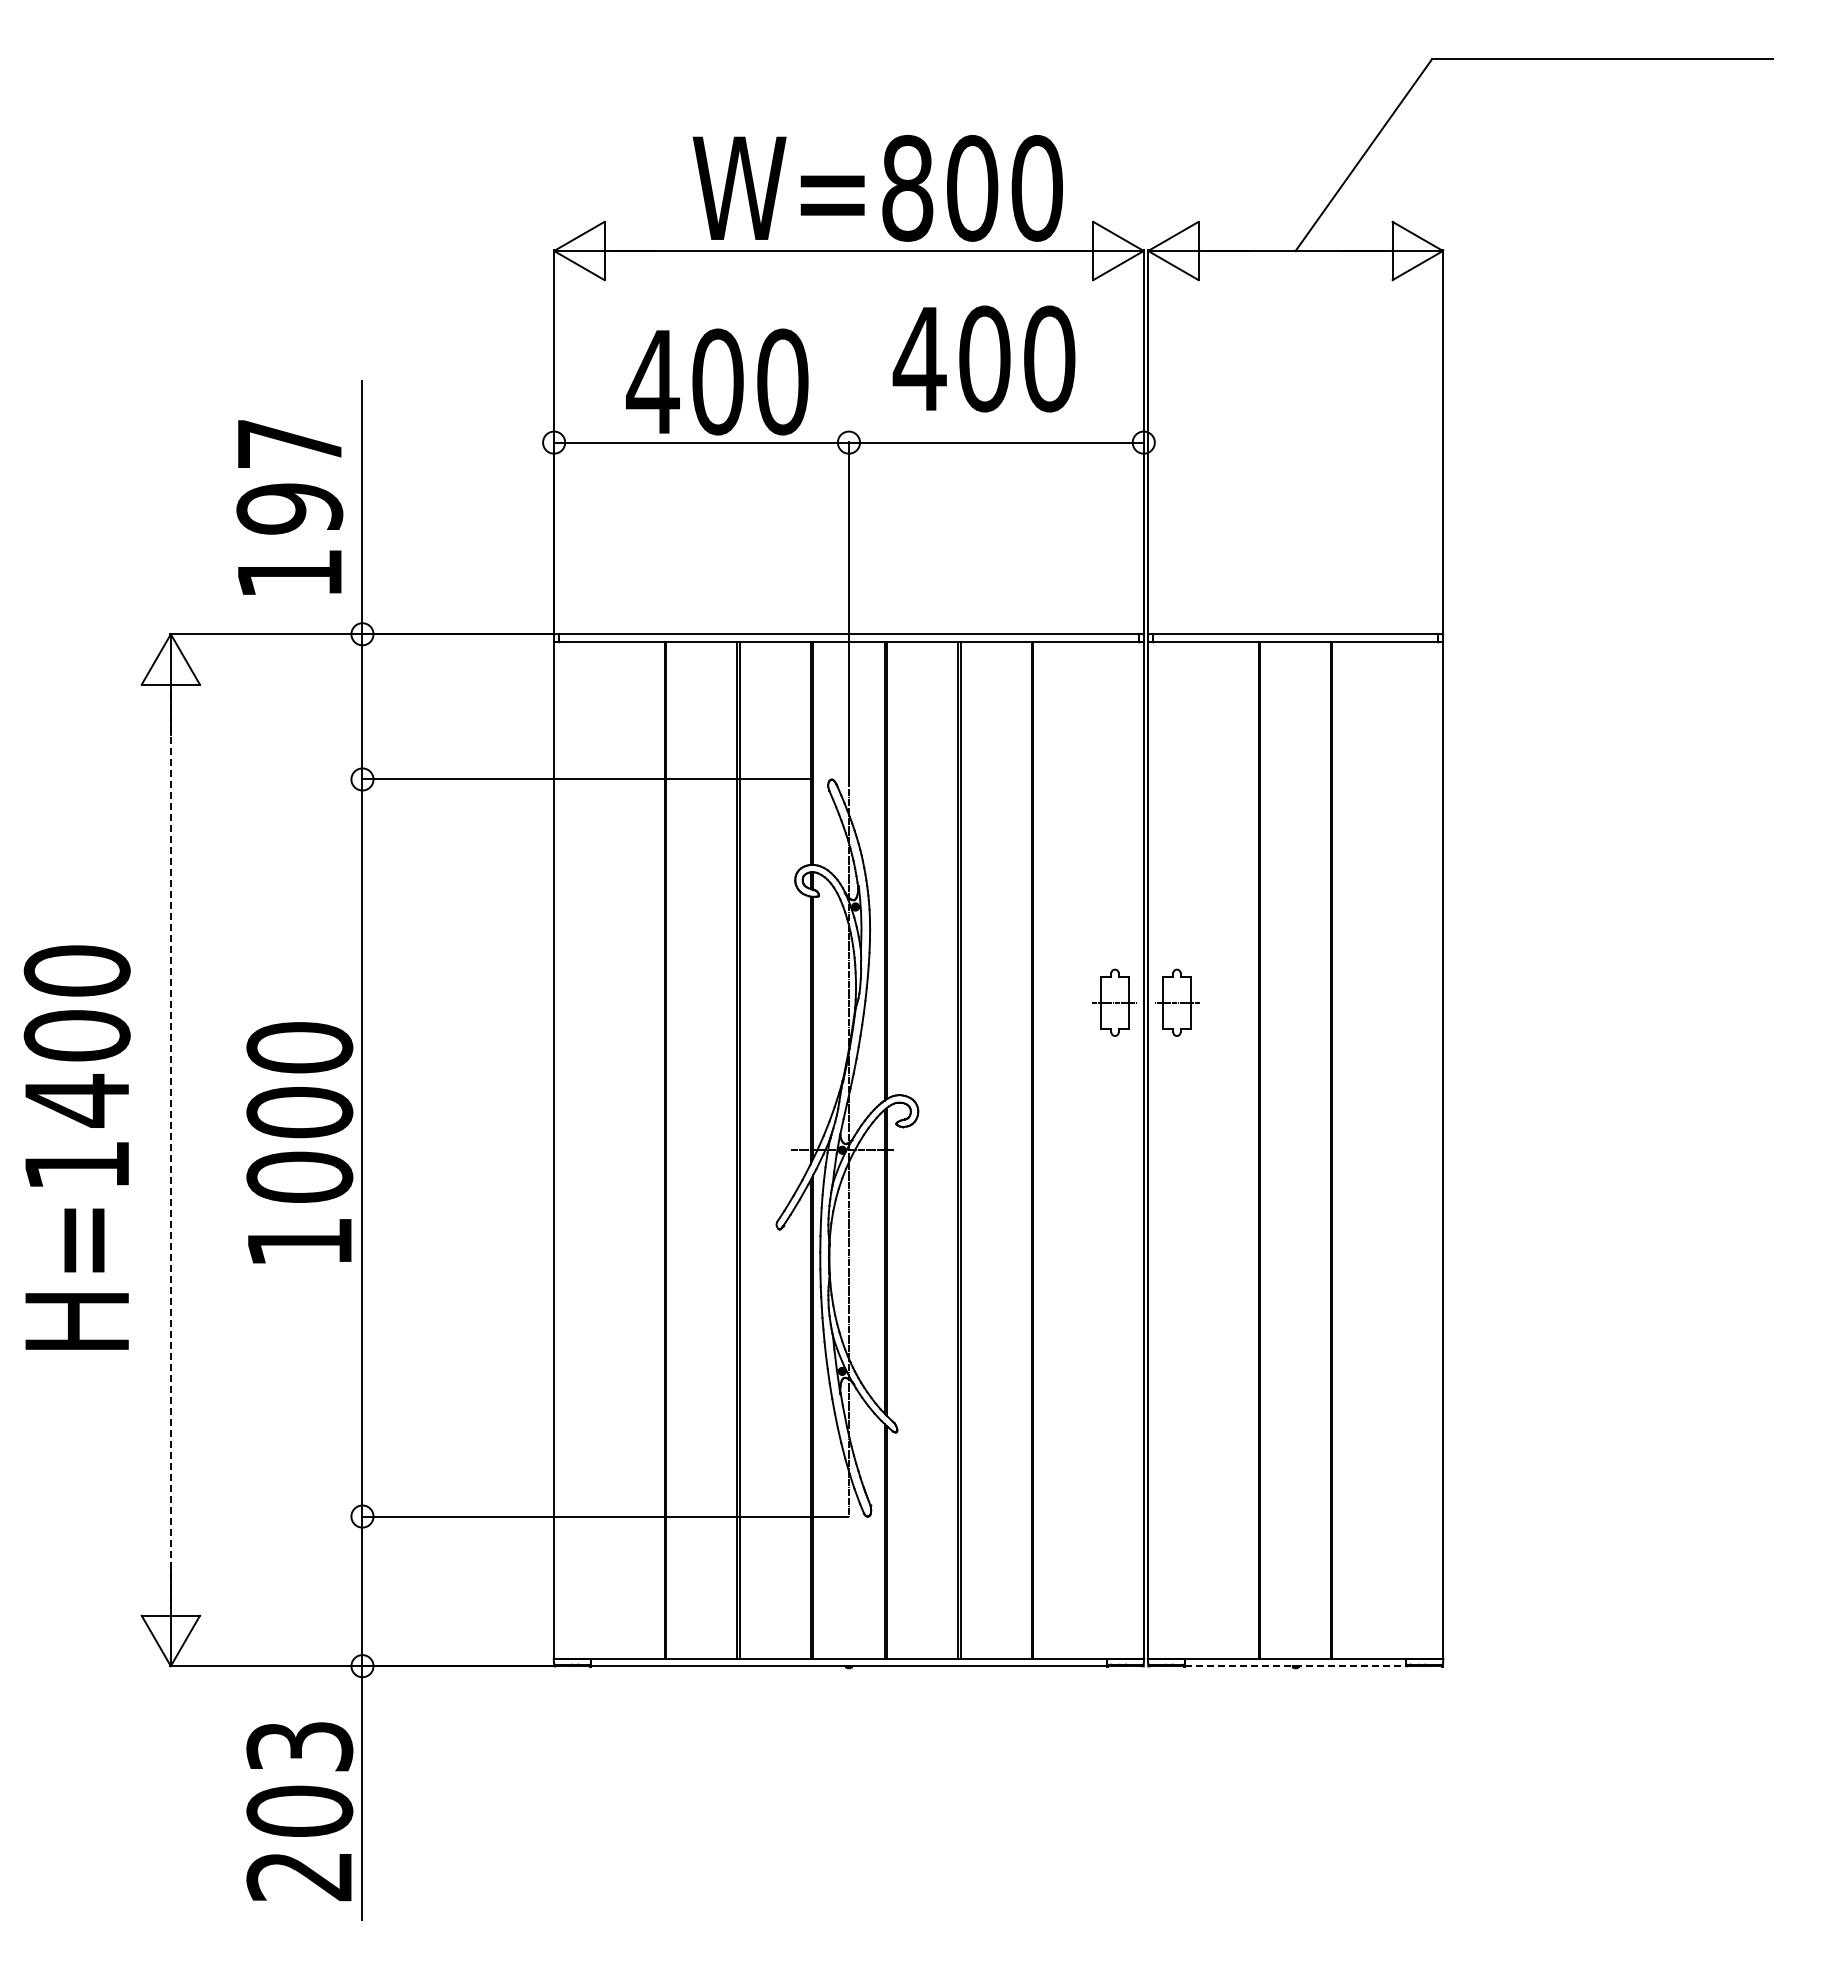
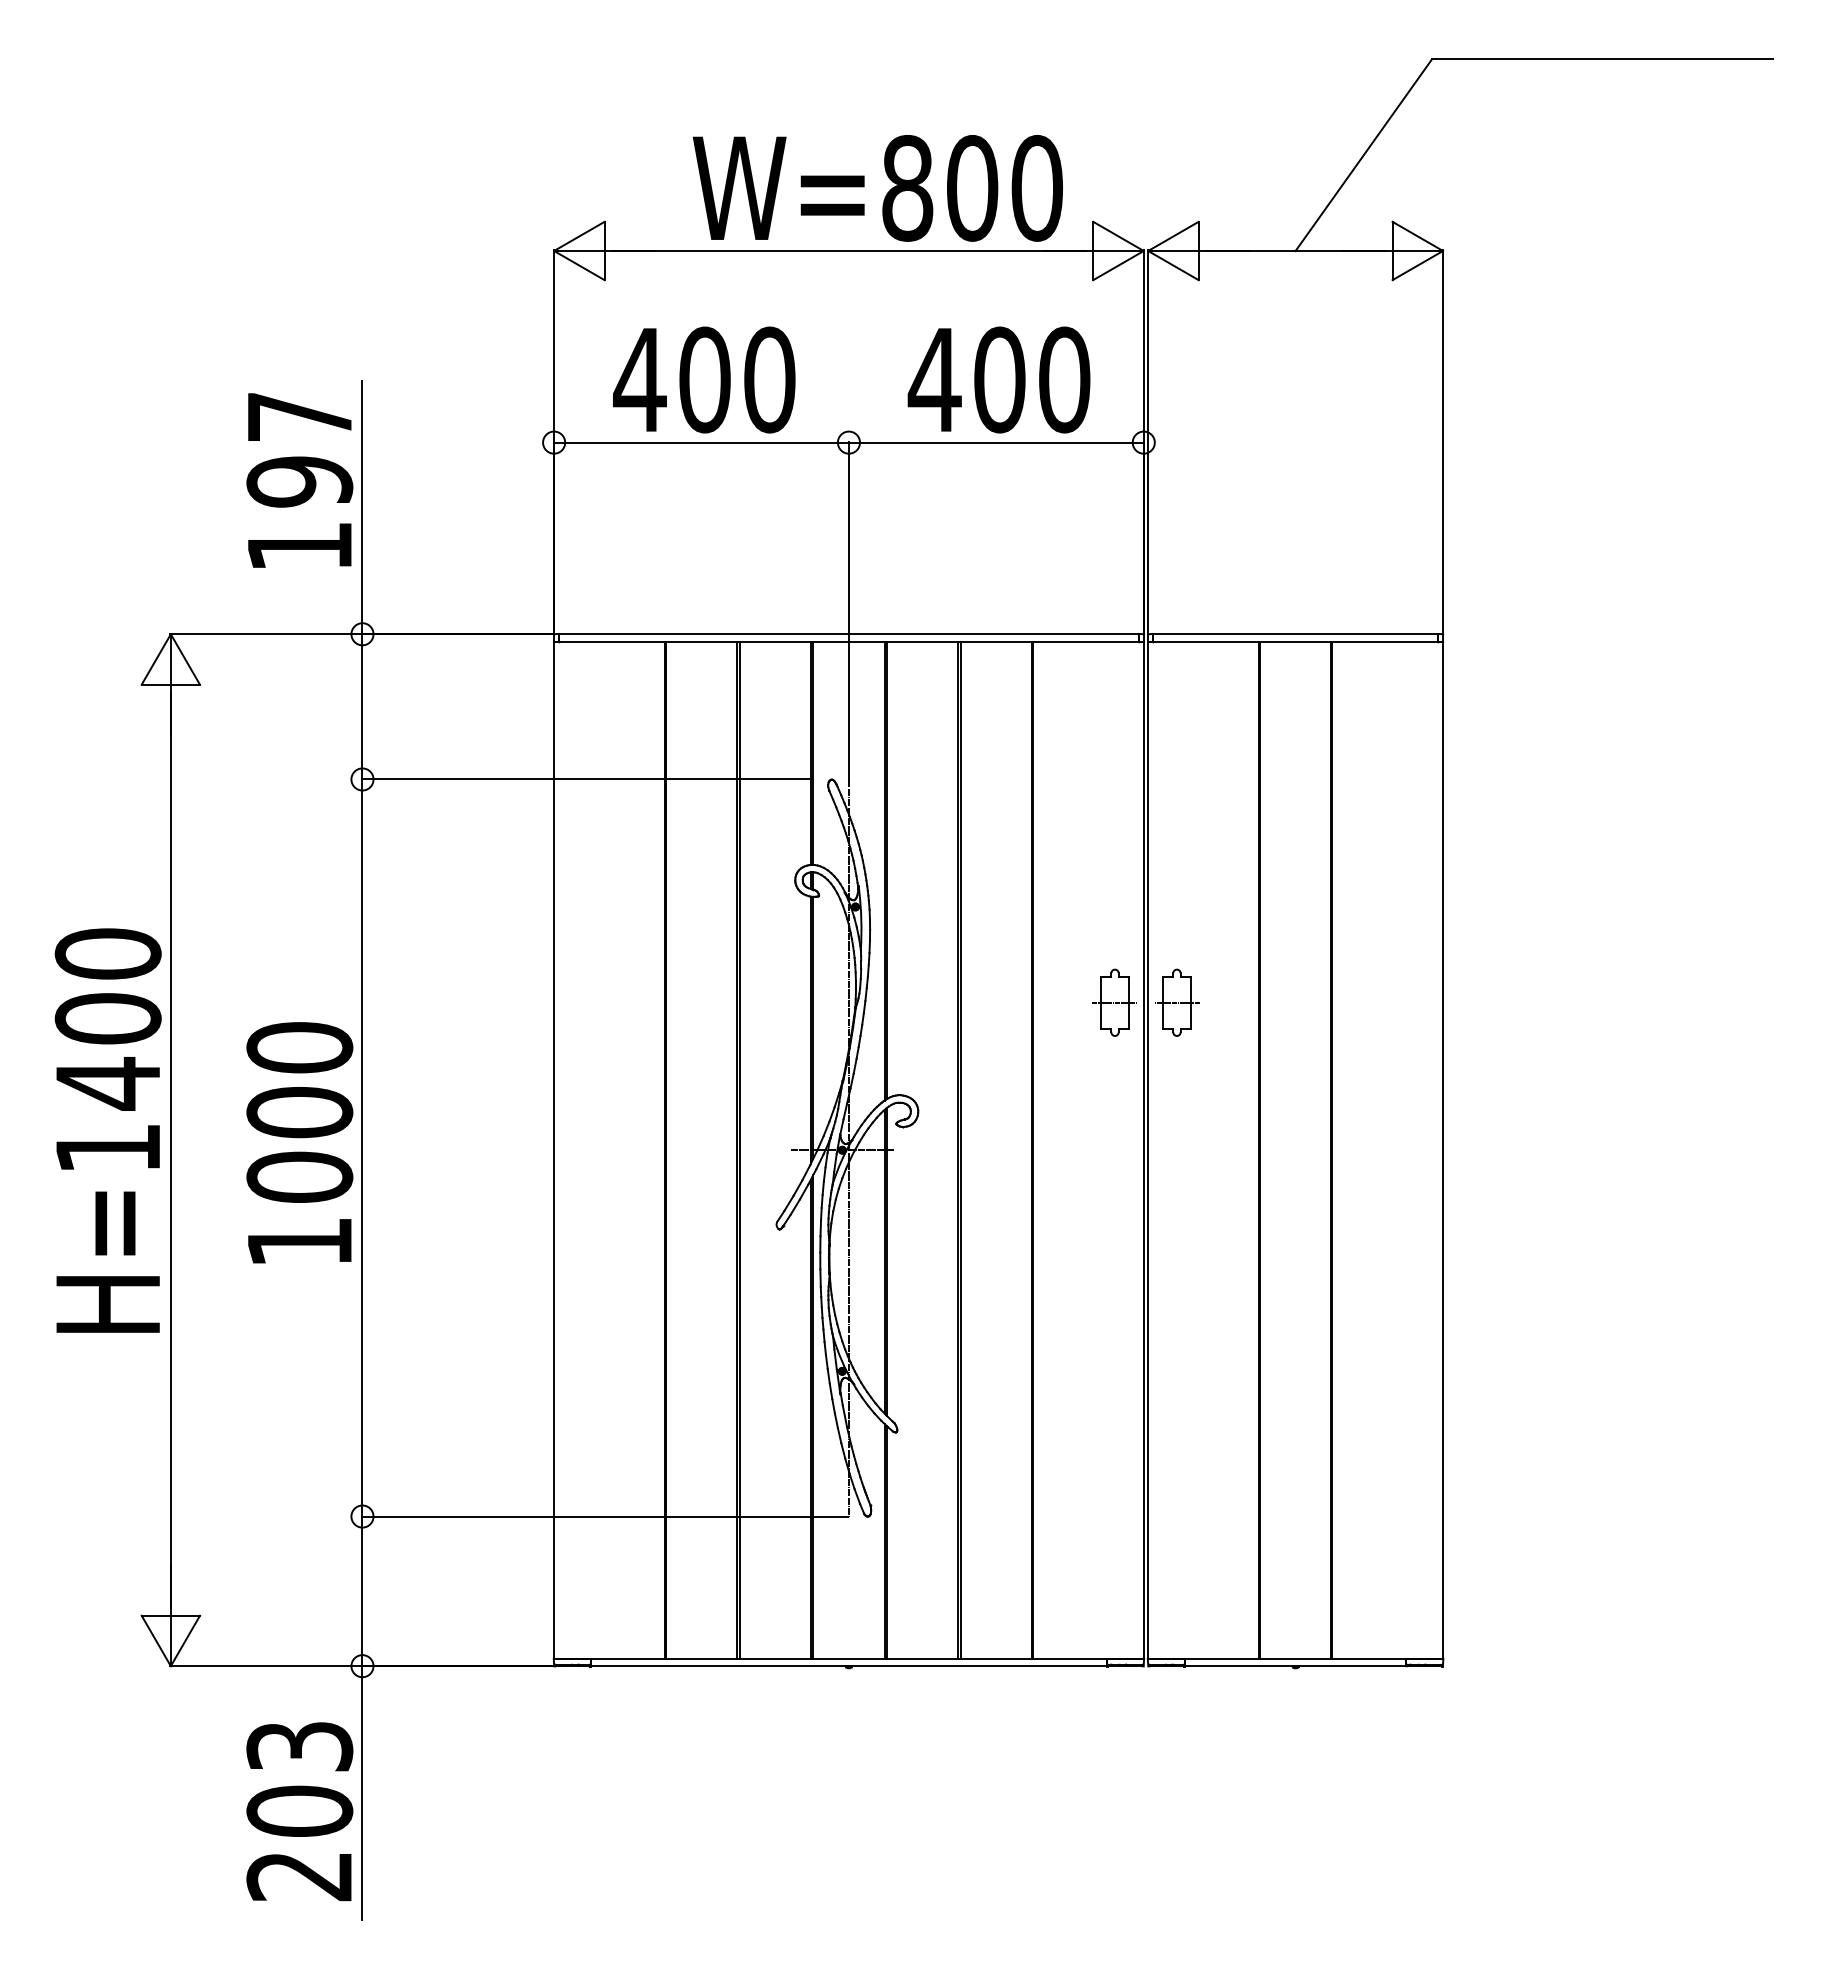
text at (983, 358) position: (983, 358) -> (998, 379)
text at (717, 381) position: (717, 381) -> (704, 379)
text at (289, 507) position: (289, 507) -> (299, 480)
text at (76, 1147) position: (76, 1147) -> (107, 1130)
line at (170, 1150): dashed -> solid
line at (1295, 1666): dashed -> solid
